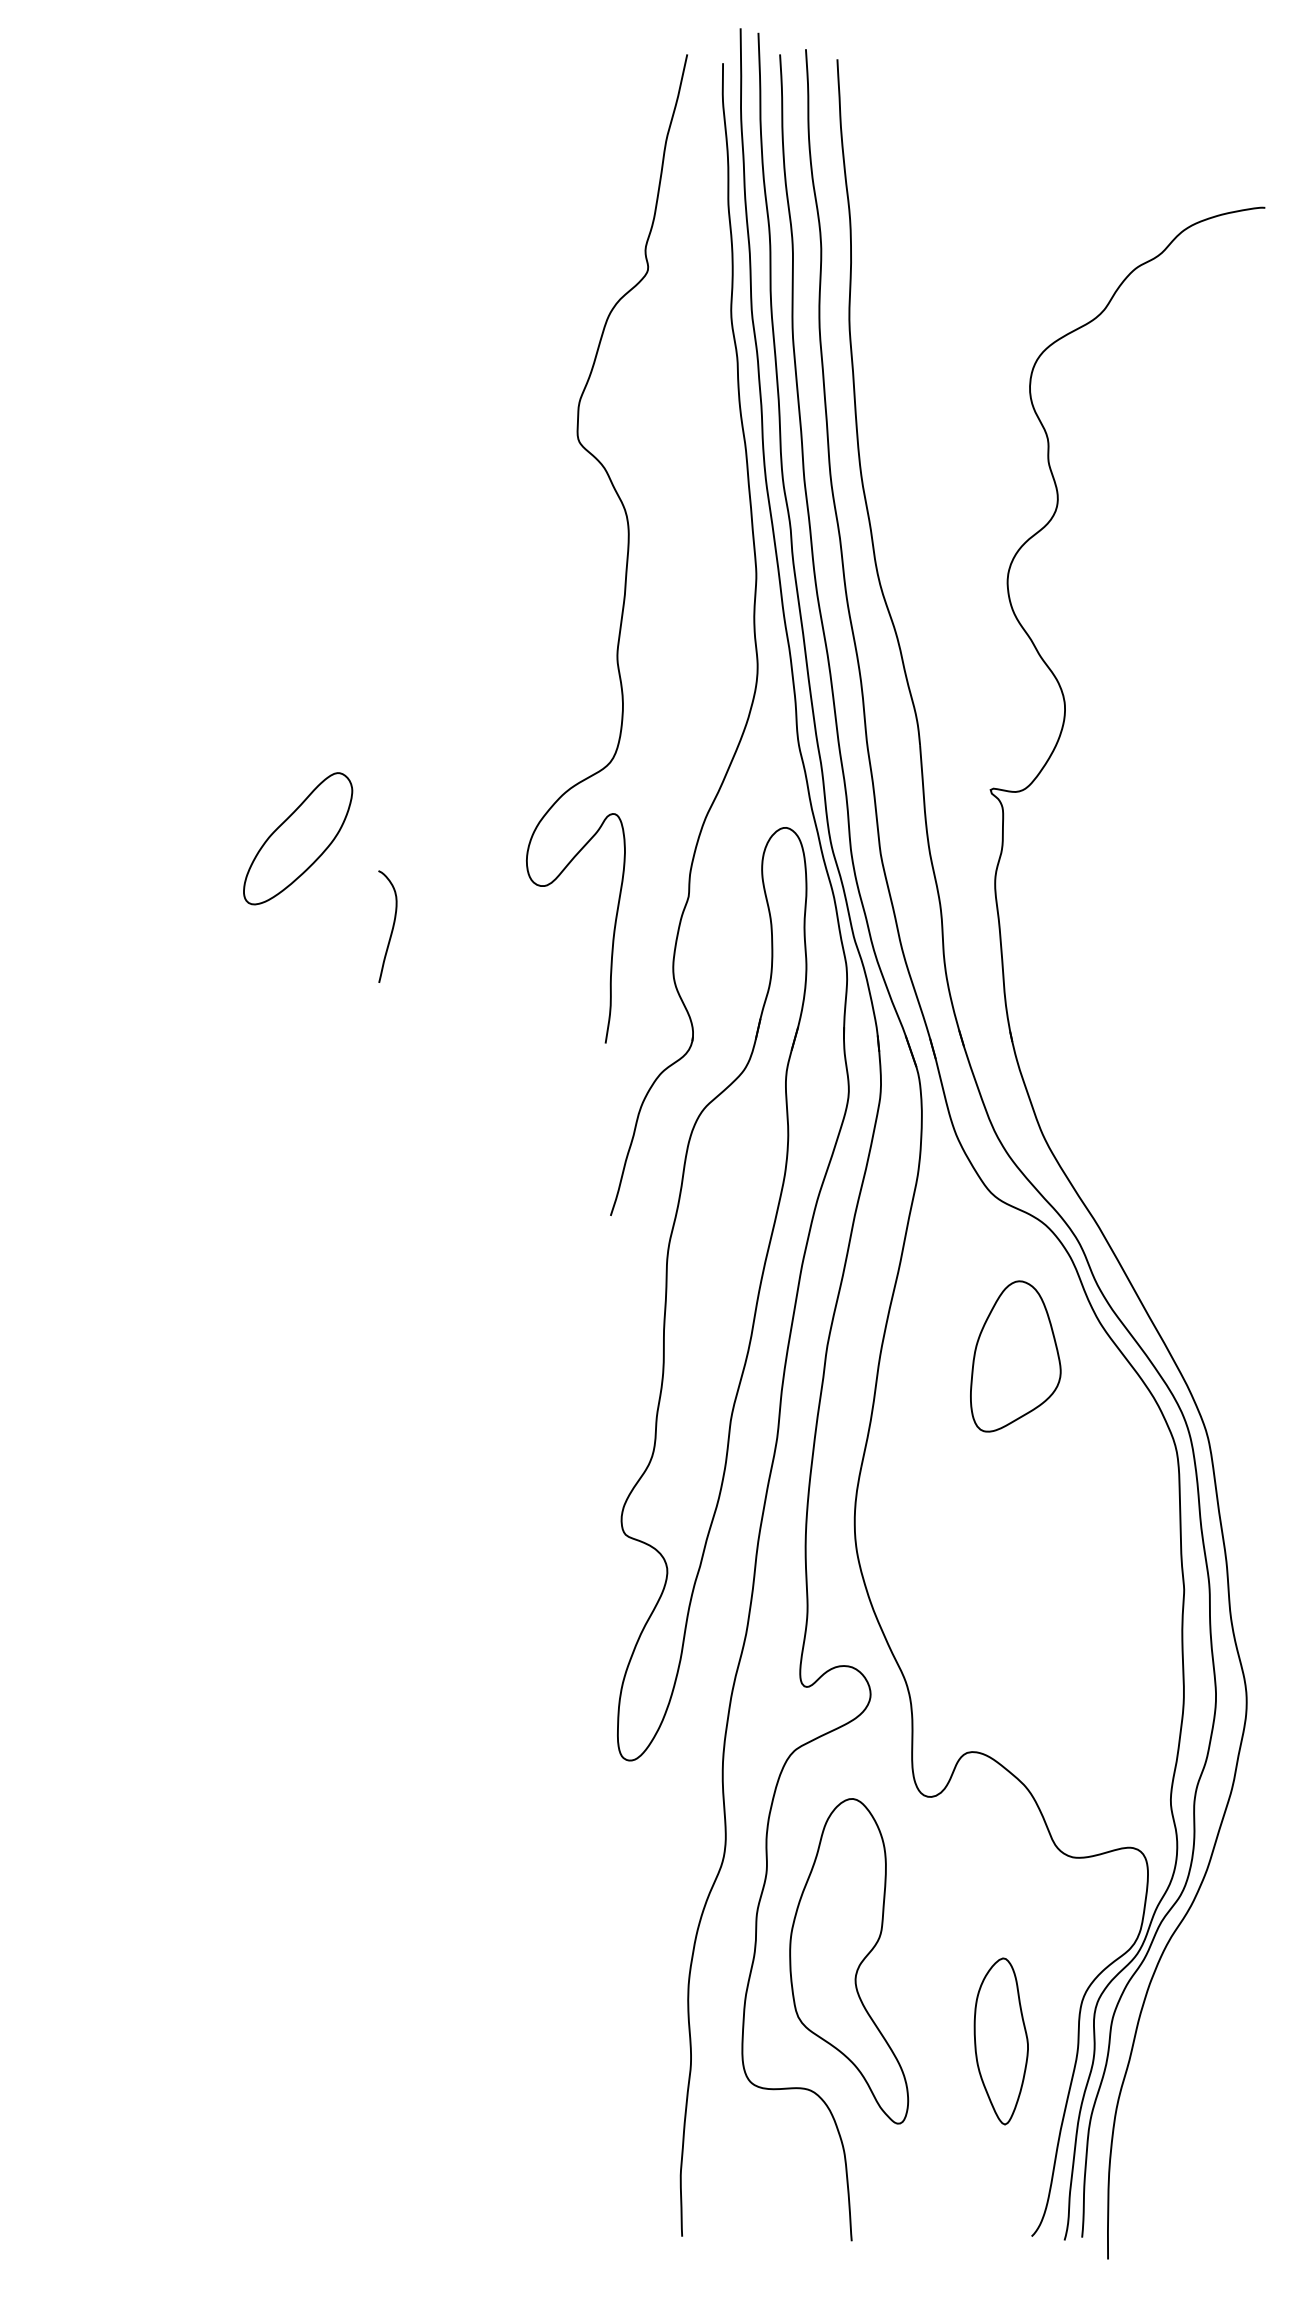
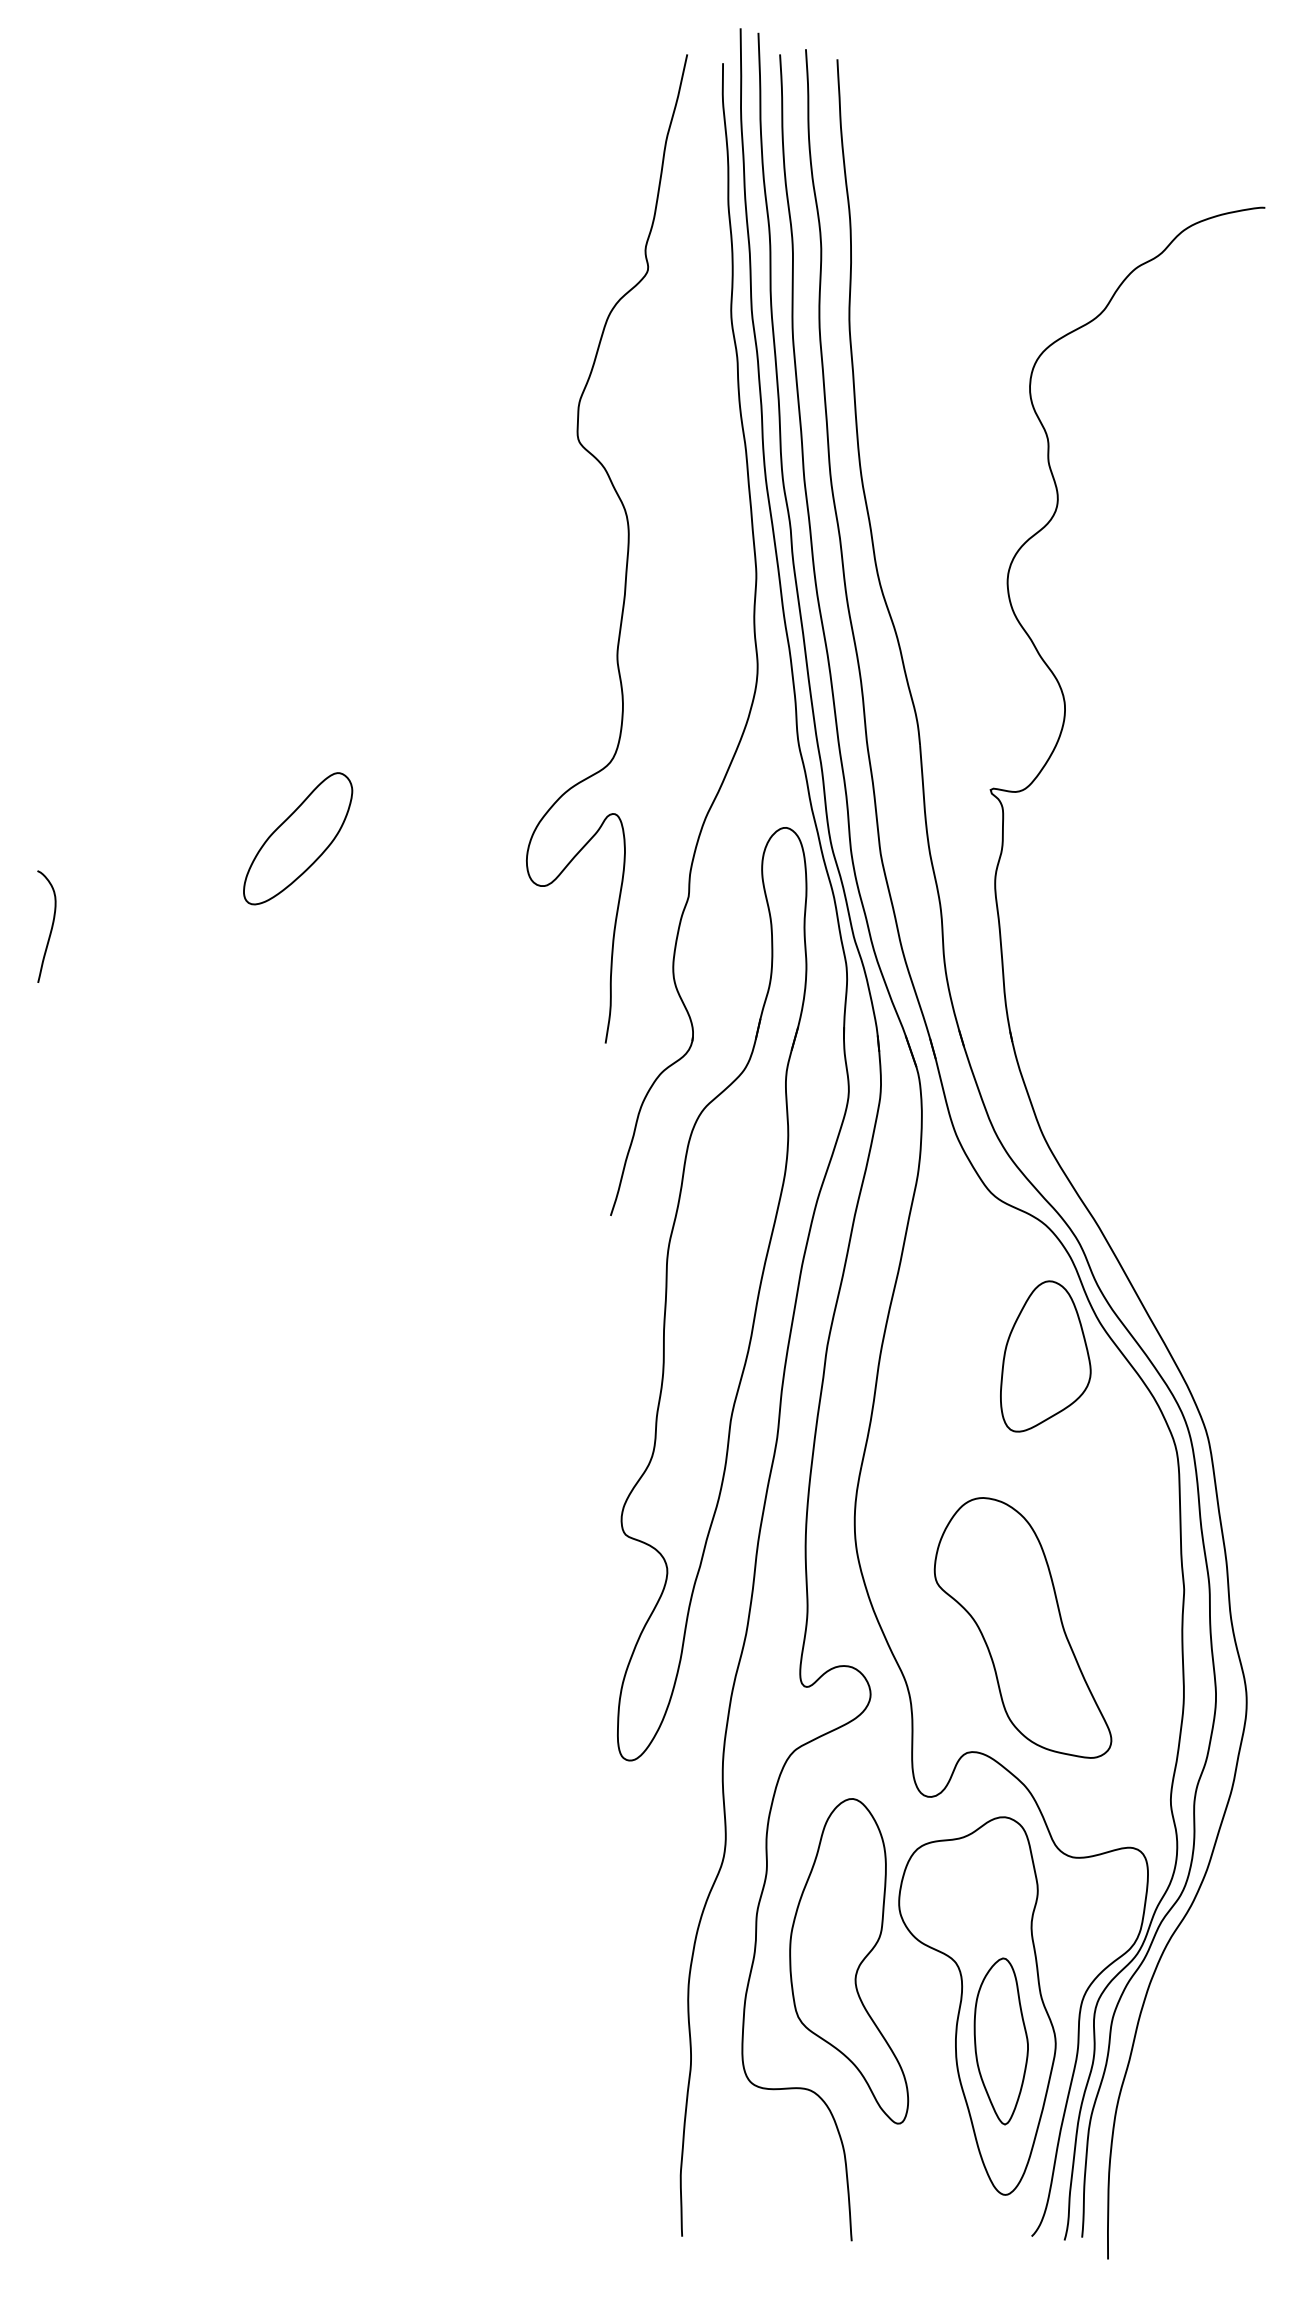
curve at (392, 926) position: (392, 926) -> (51, 926)
part at (1015, 1356) position: (1015, 1356) -> (1045, 1356)
part at (1022, 1627): none -> present
part at (977, 2005): none -> present
